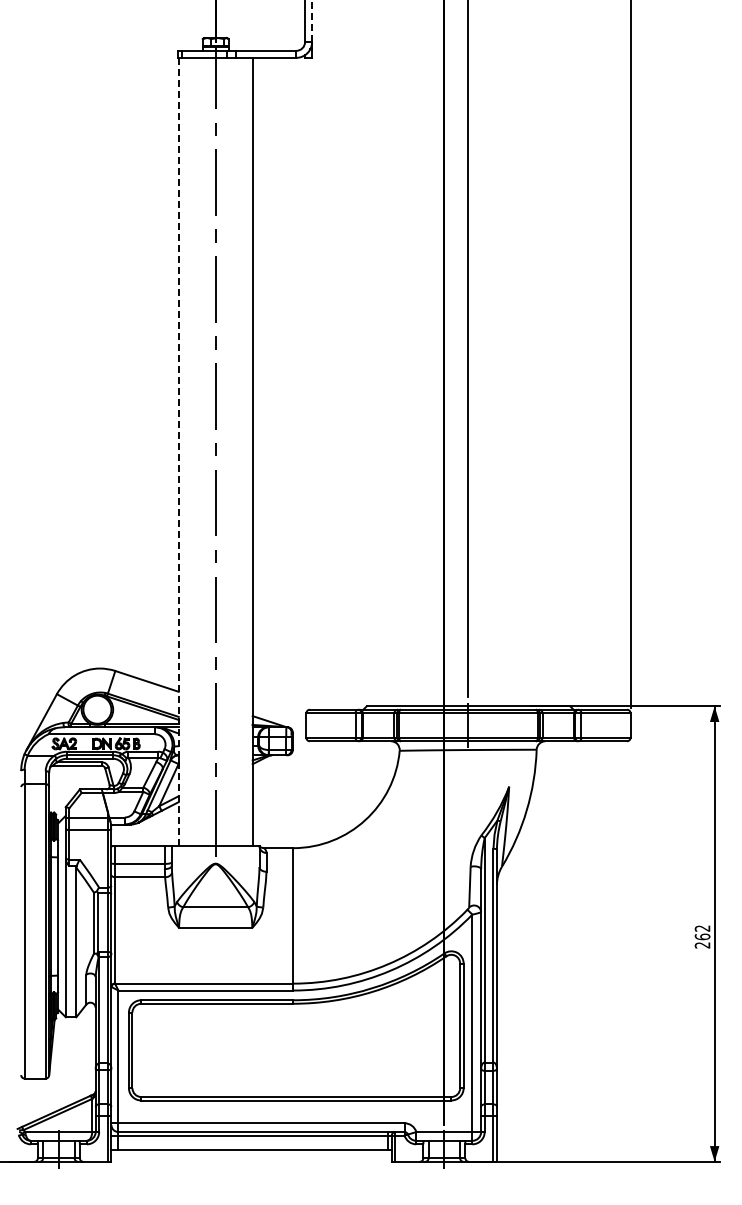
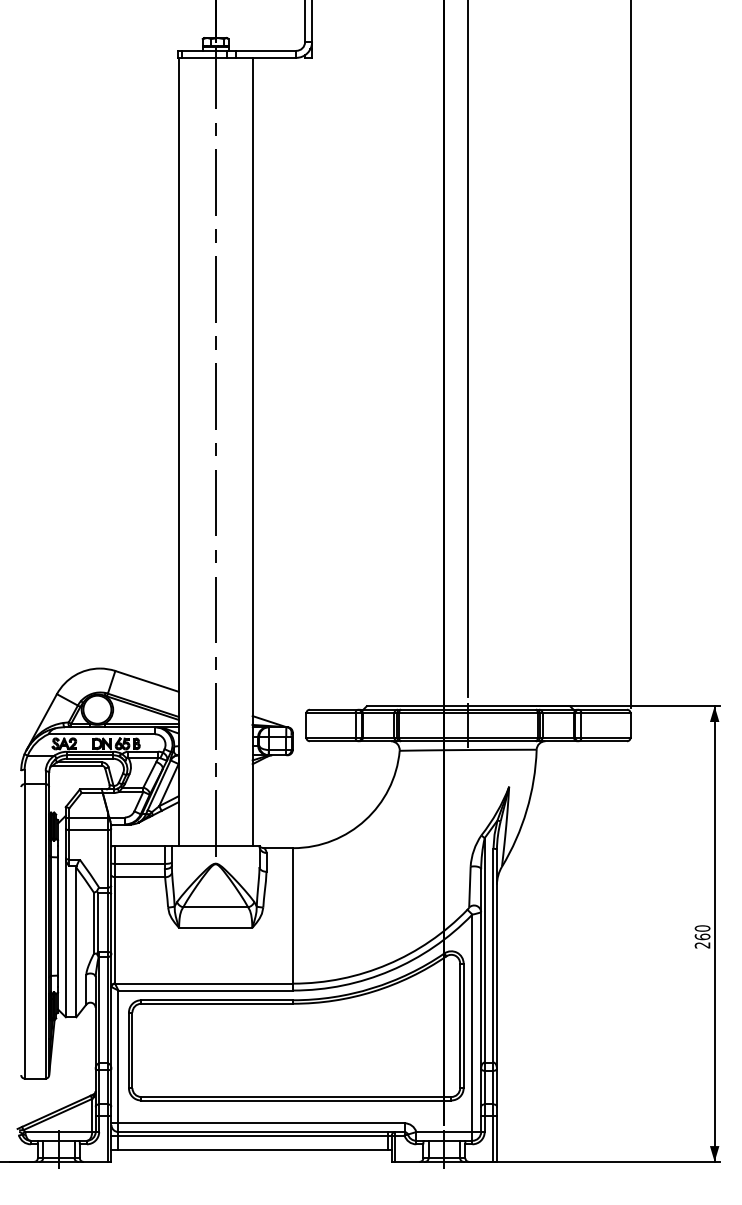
line at (312, 21): dashed -> solid
line at (178, 452): dashed -> solid
text at (702, 928): 262 -> 260
